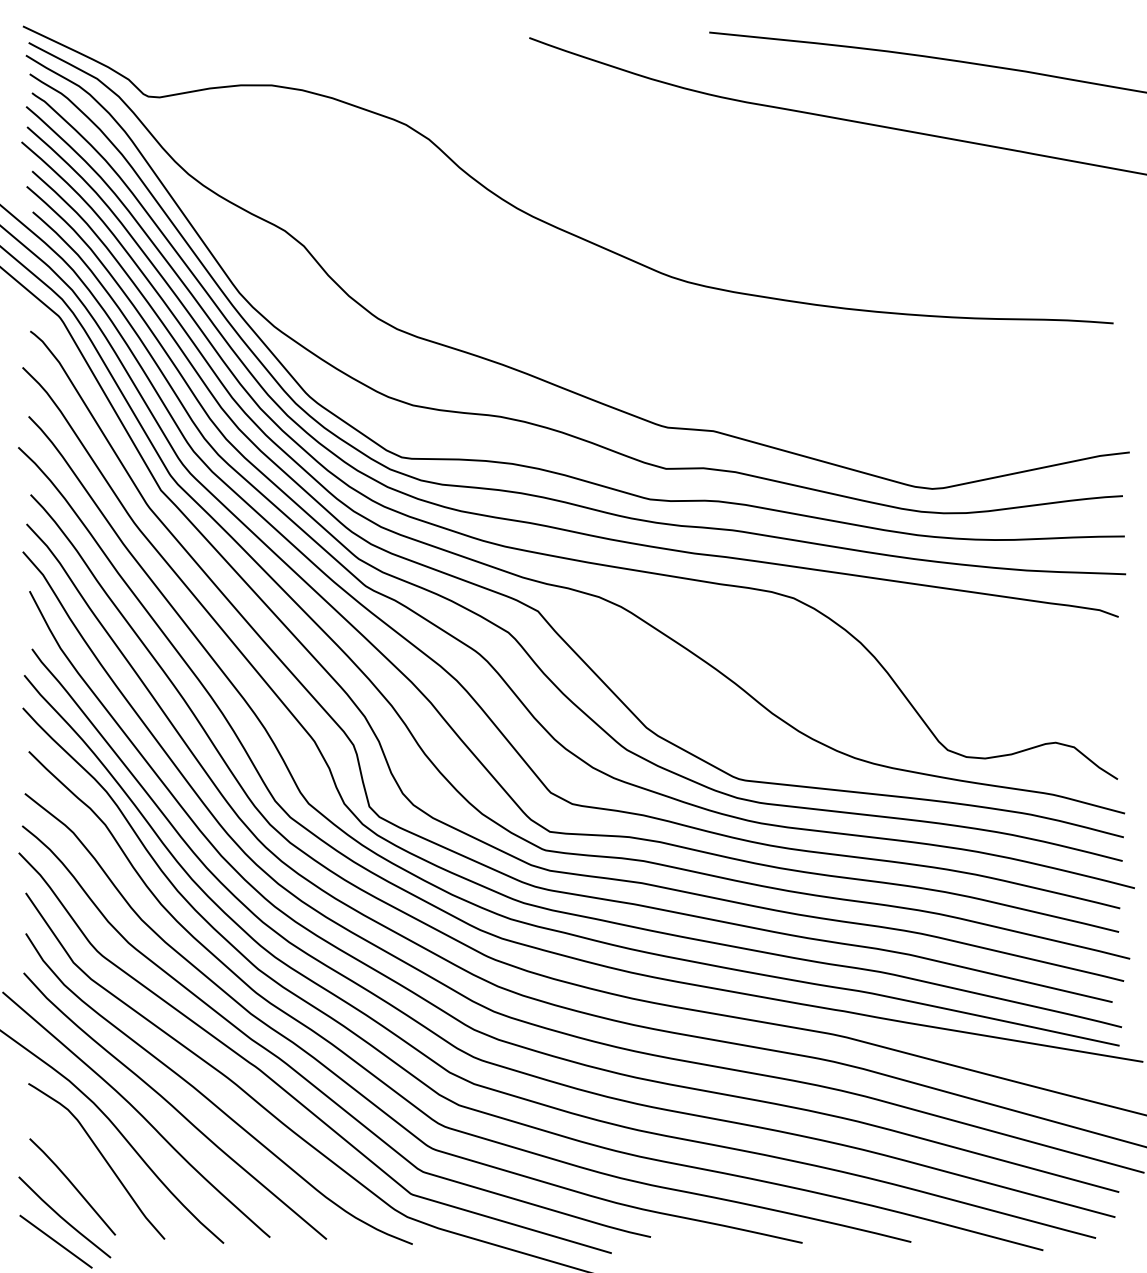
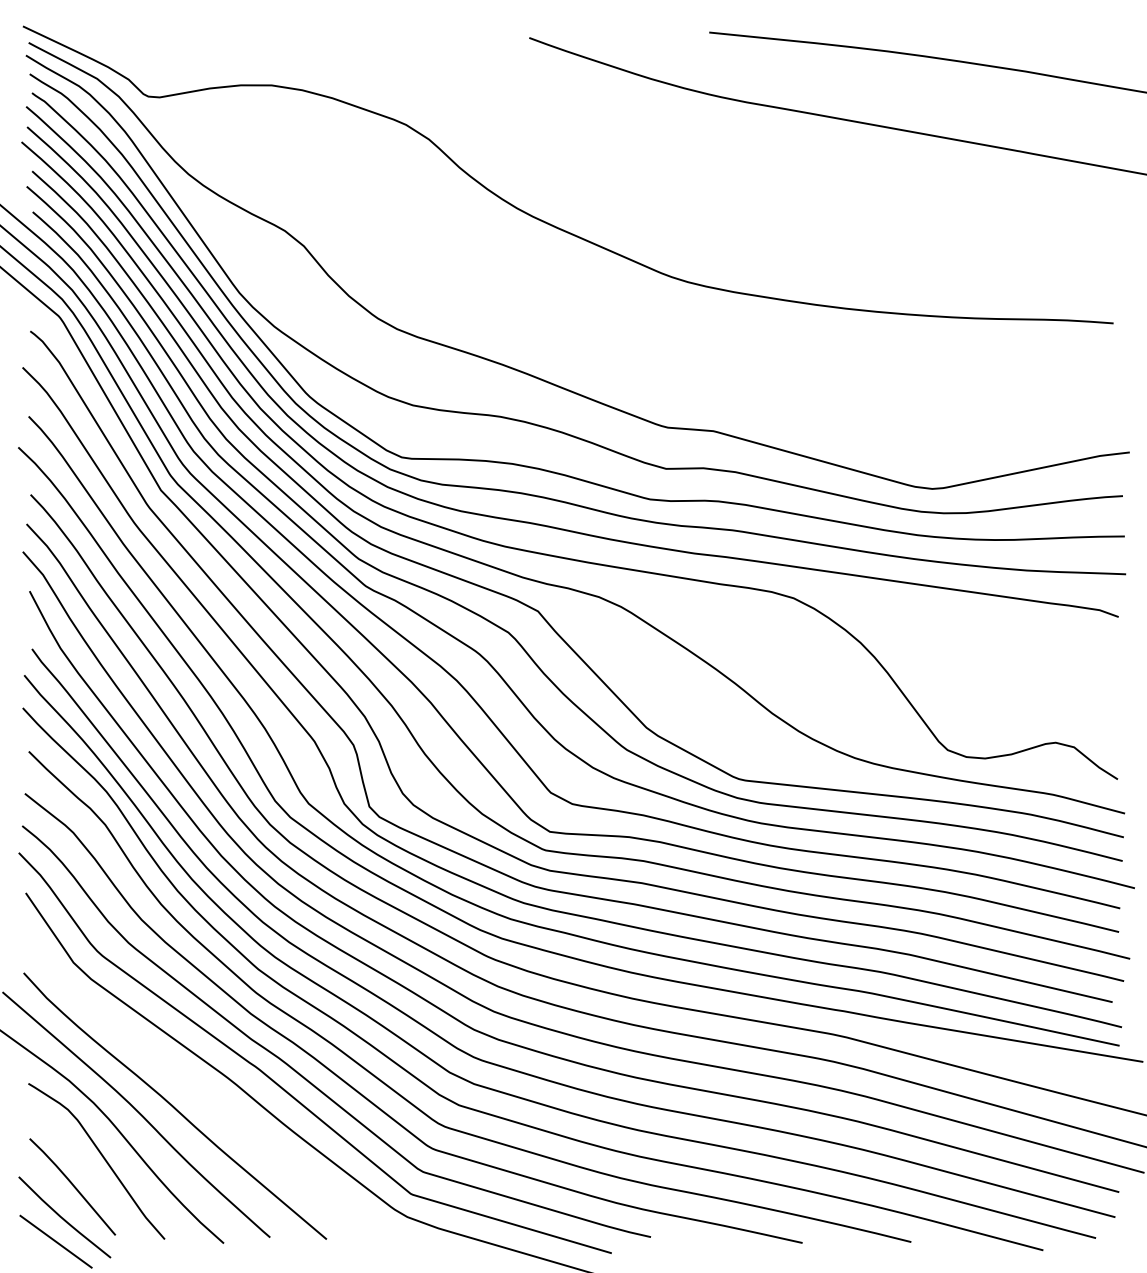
curve at (211, 1100): present -> none
